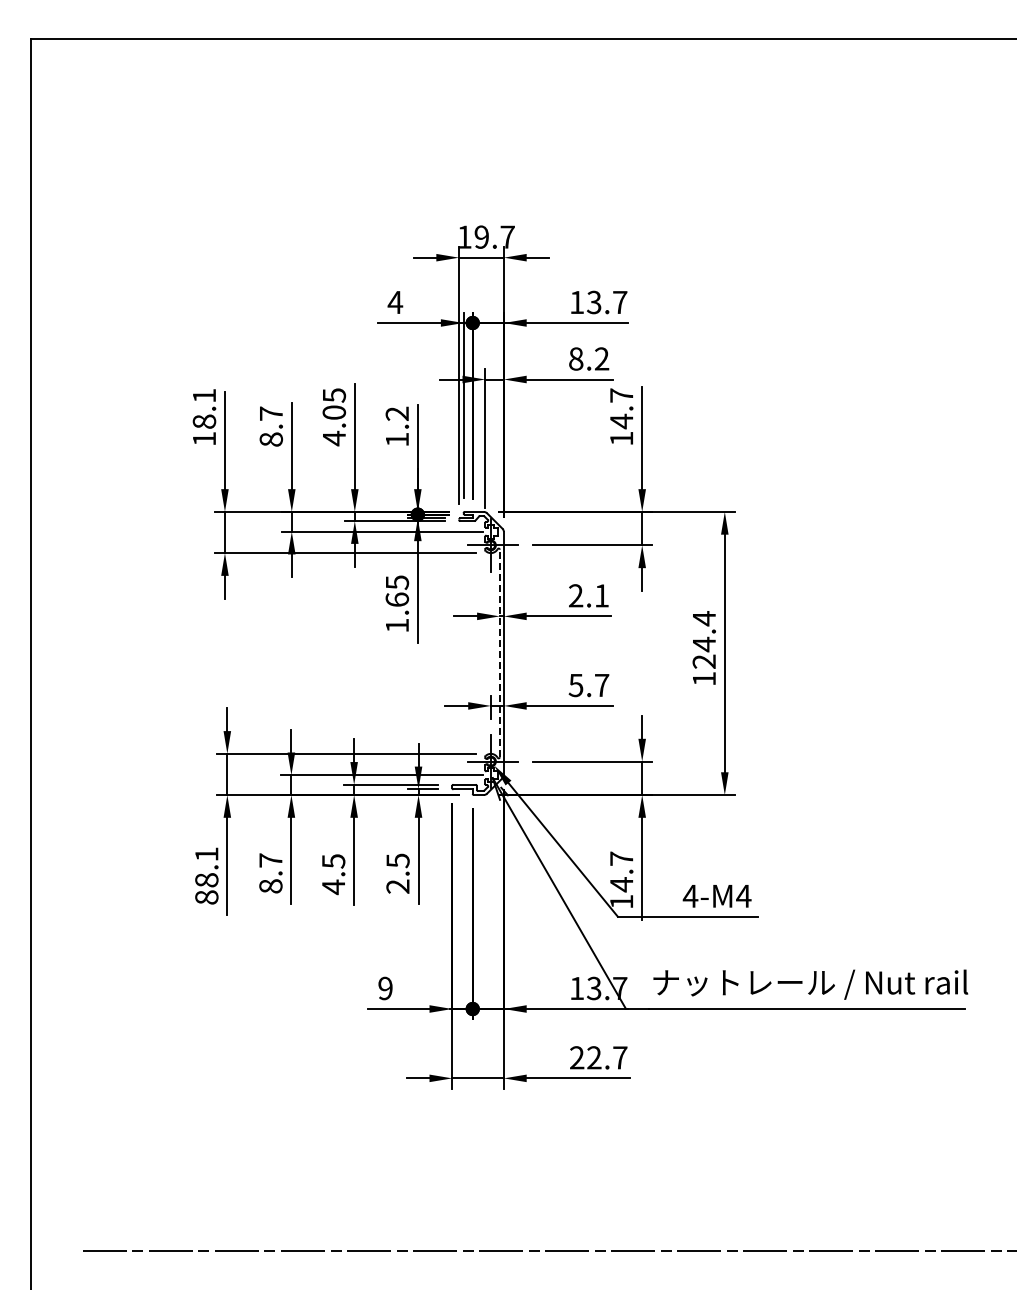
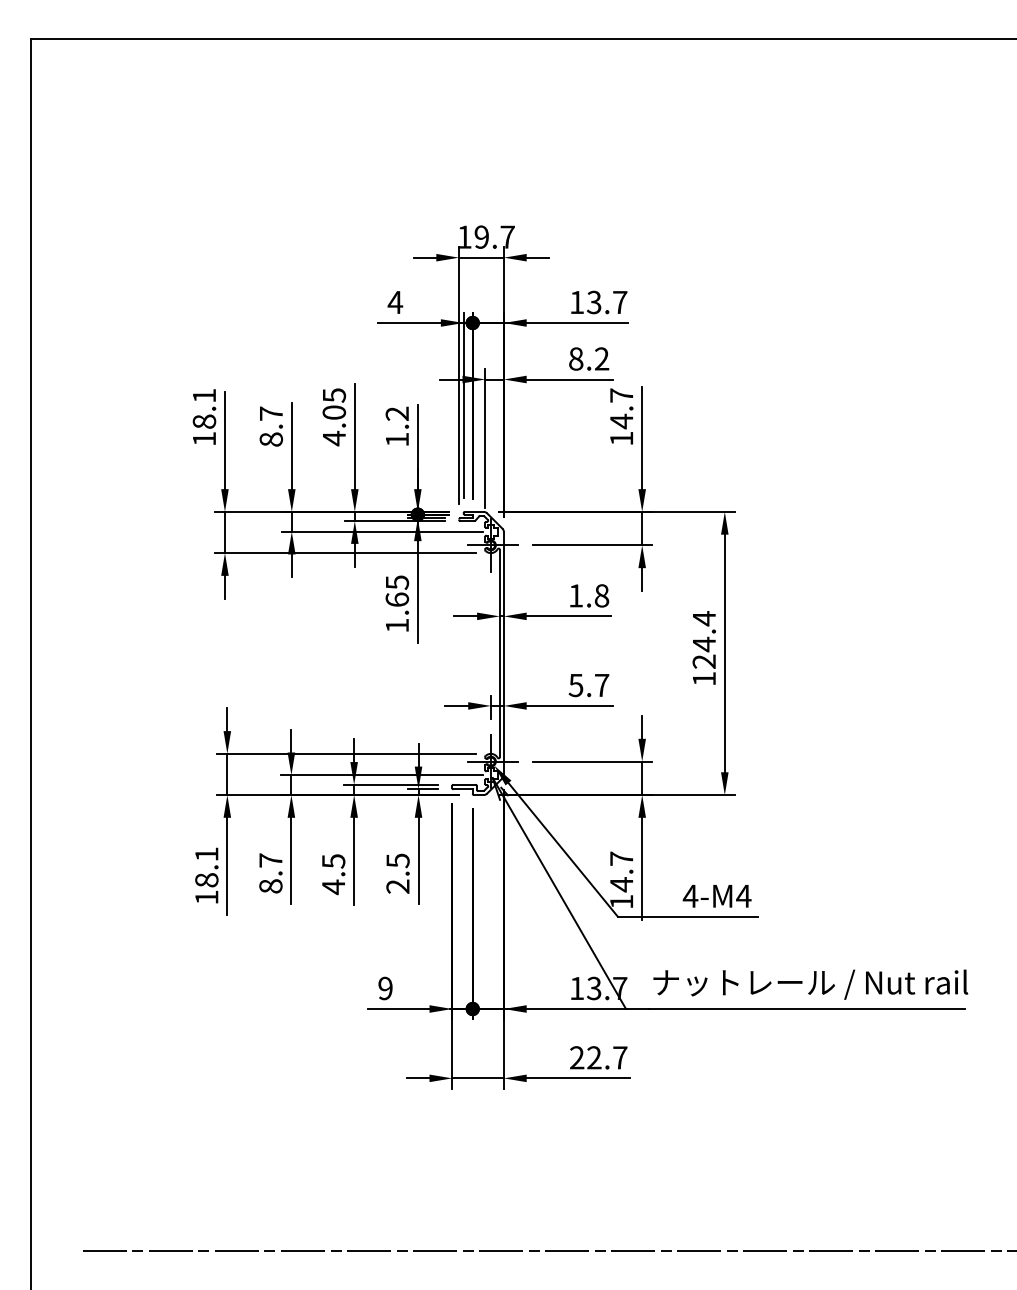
text at (589, 595): 2.1 -> 1.8
line at (499, 653): dashed -> solid
text at (206, 897): 88.1 -> 18.1
